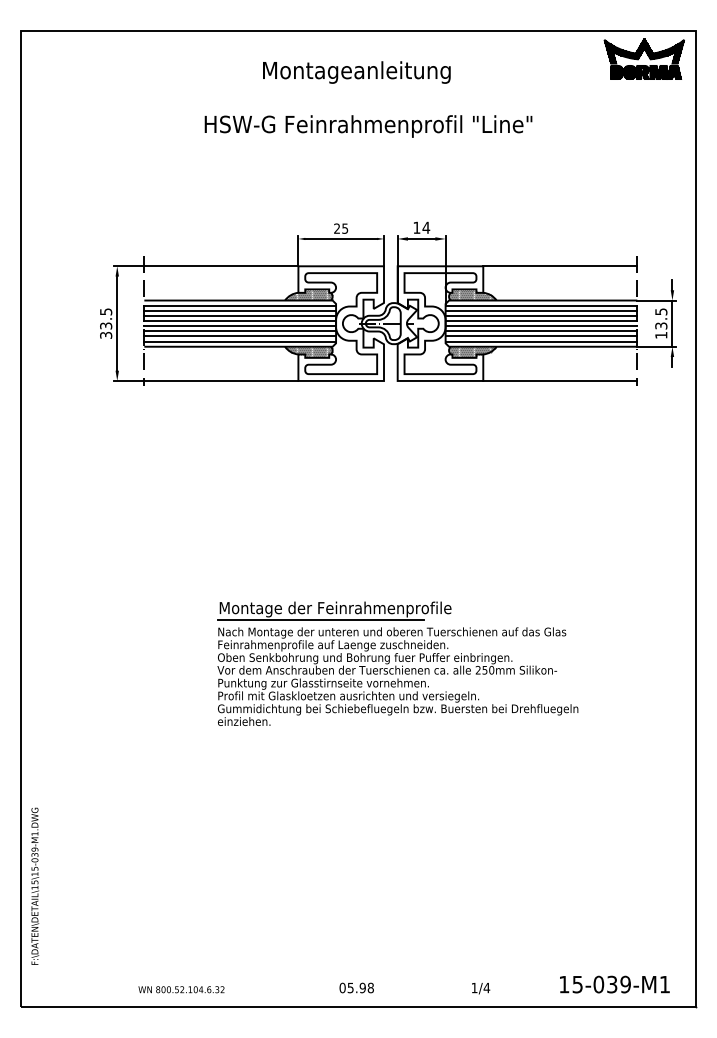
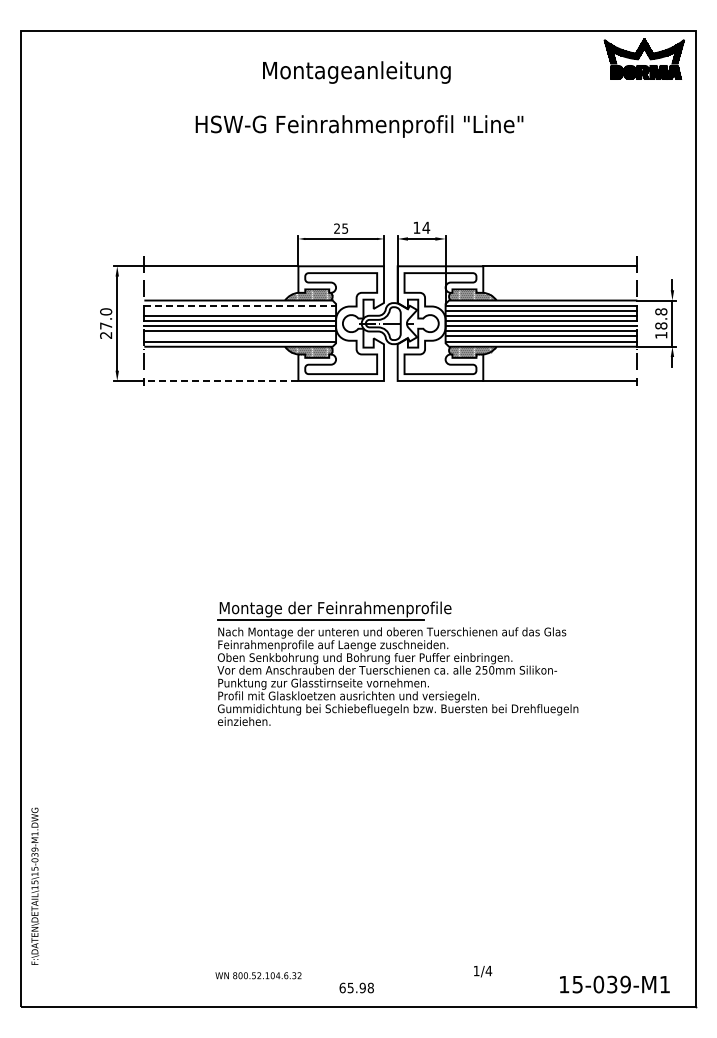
text at (368, 126) position: (368, 126) -> (359, 126)
line at (240, 305): solid -> dashed
line at (240, 310): present -> none
text at (661, 318): 13.5 -> 18.8
text at (106, 323): 33.5 -> 27.0
line at (240, 336): present -> none
line at (220, 380): solid -> dashed
text at (342, 987): 05.98 -> 65.98
text at (481, 988) position: (481, 988) -> (483, 971)
text at (181, 989) position: (181, 989) -> (258, 975)
